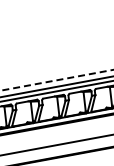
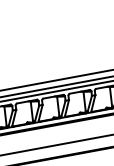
line at (56, 80): dashed -> solid
